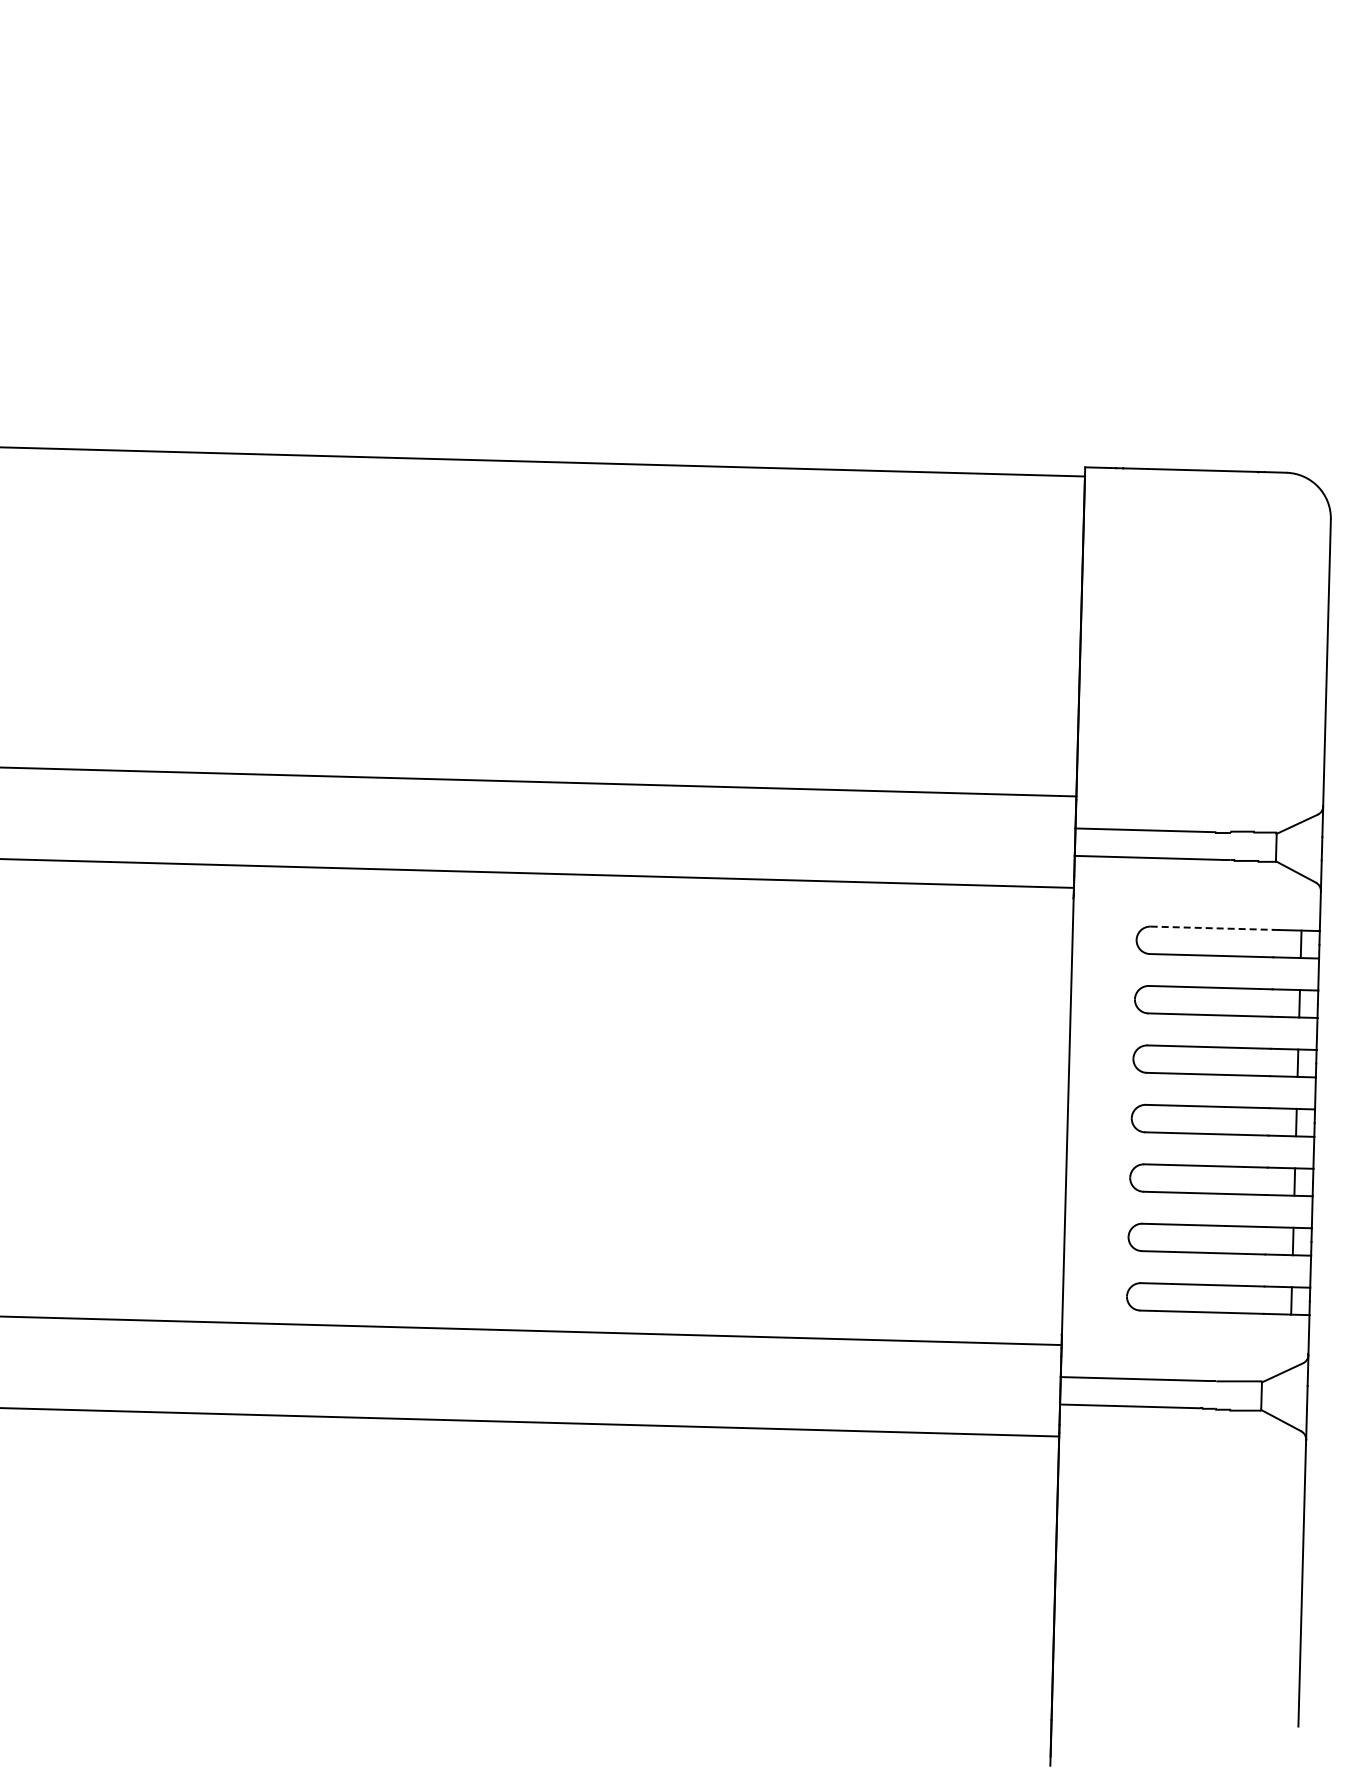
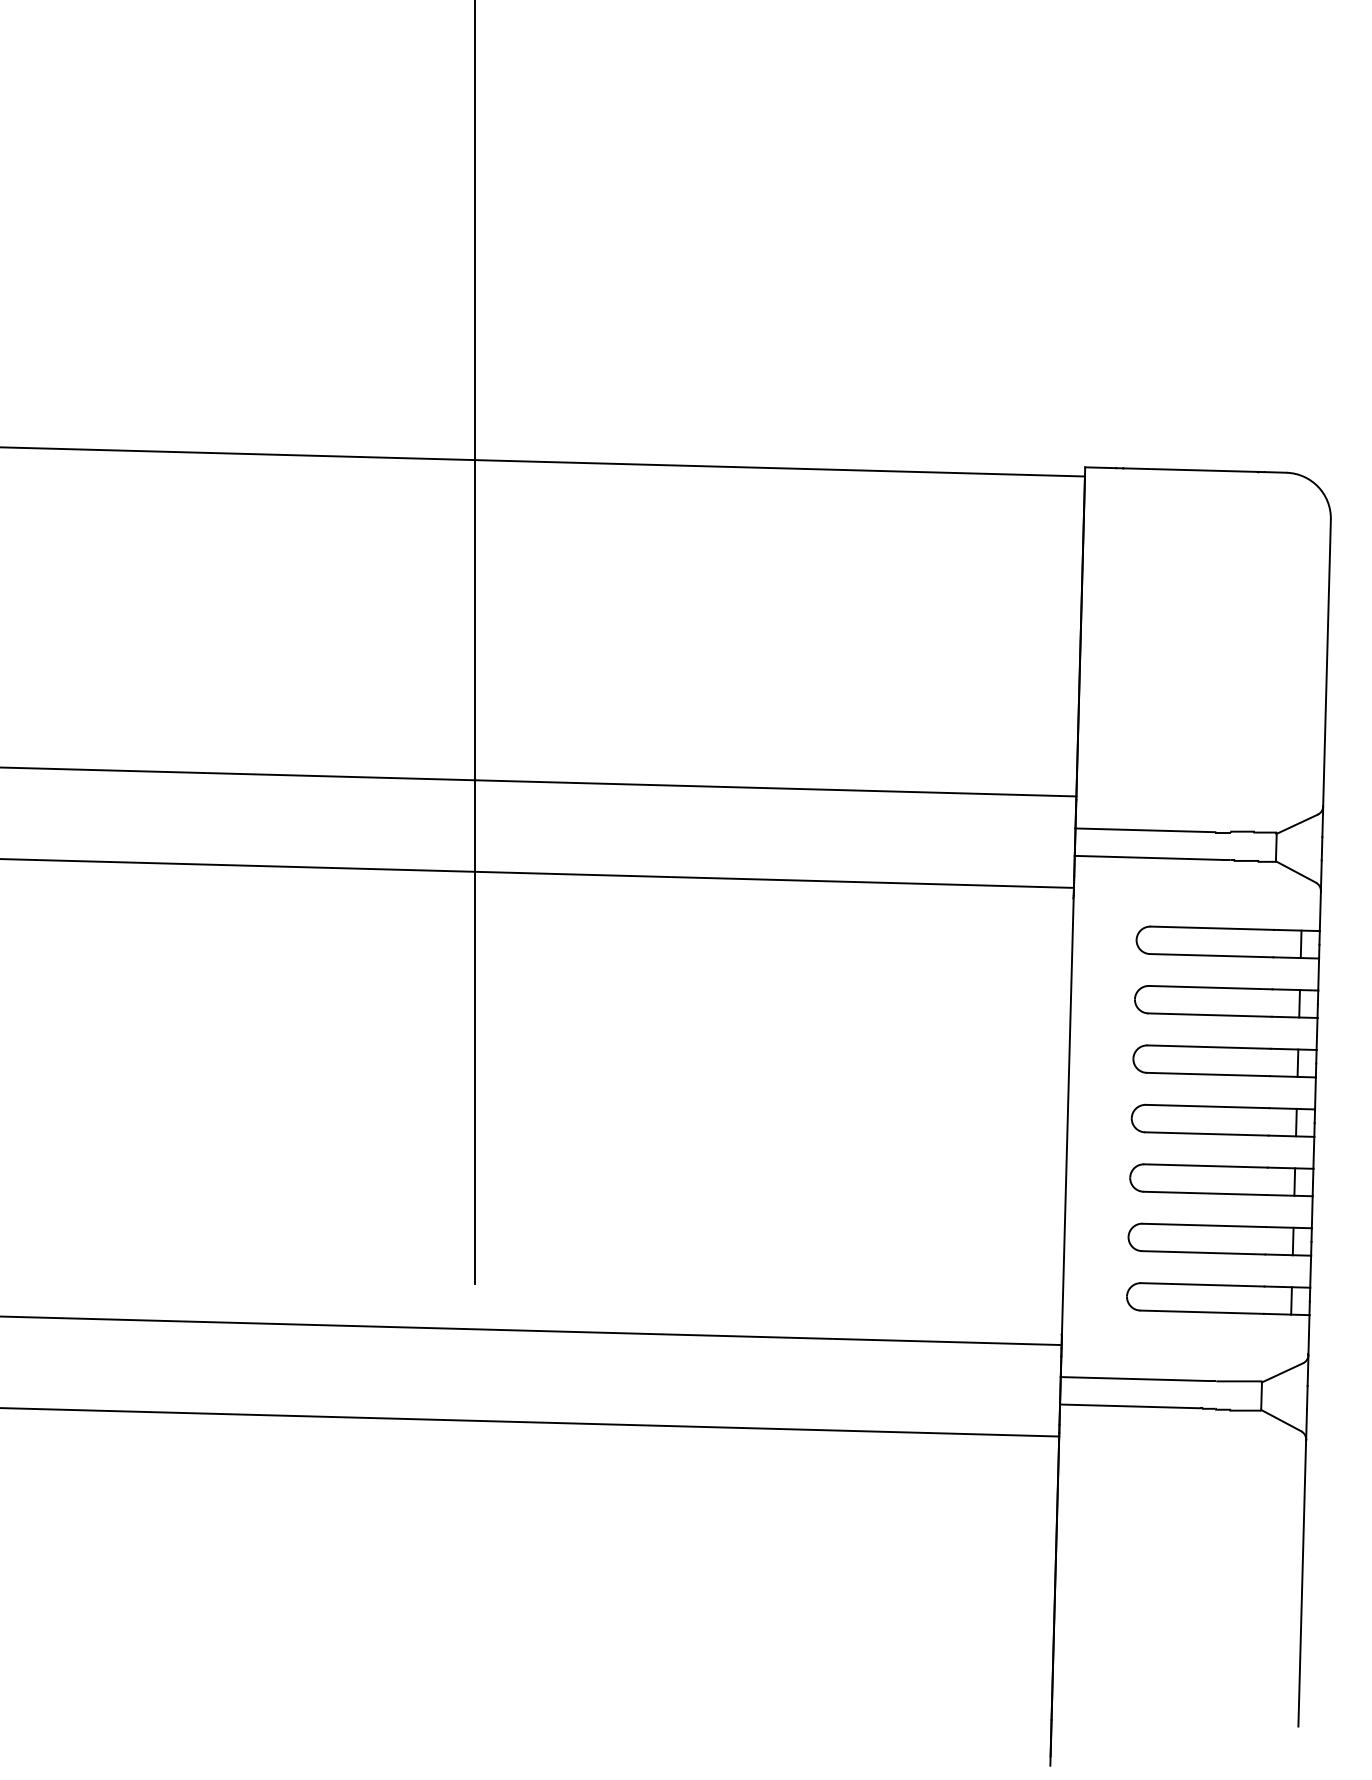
line at (474, 642): none -> present
line at (1212, 928): dashed -> solid
